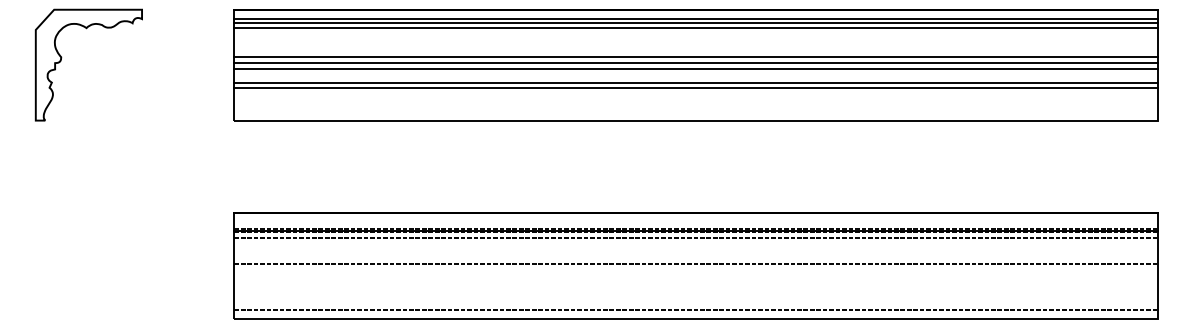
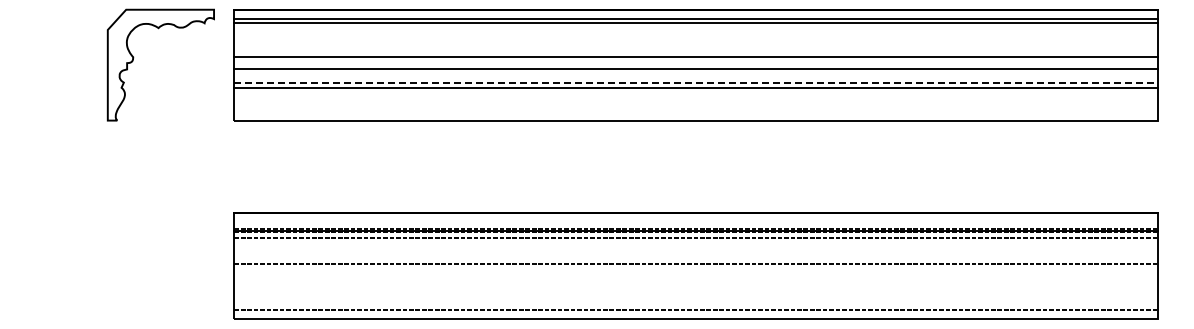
line at (696, 27): present -> none
part at (62, 57) position: (62, 57) -> (134, 57)
line at (696, 63): present -> none
line at (696, 82): solid -> dashed
